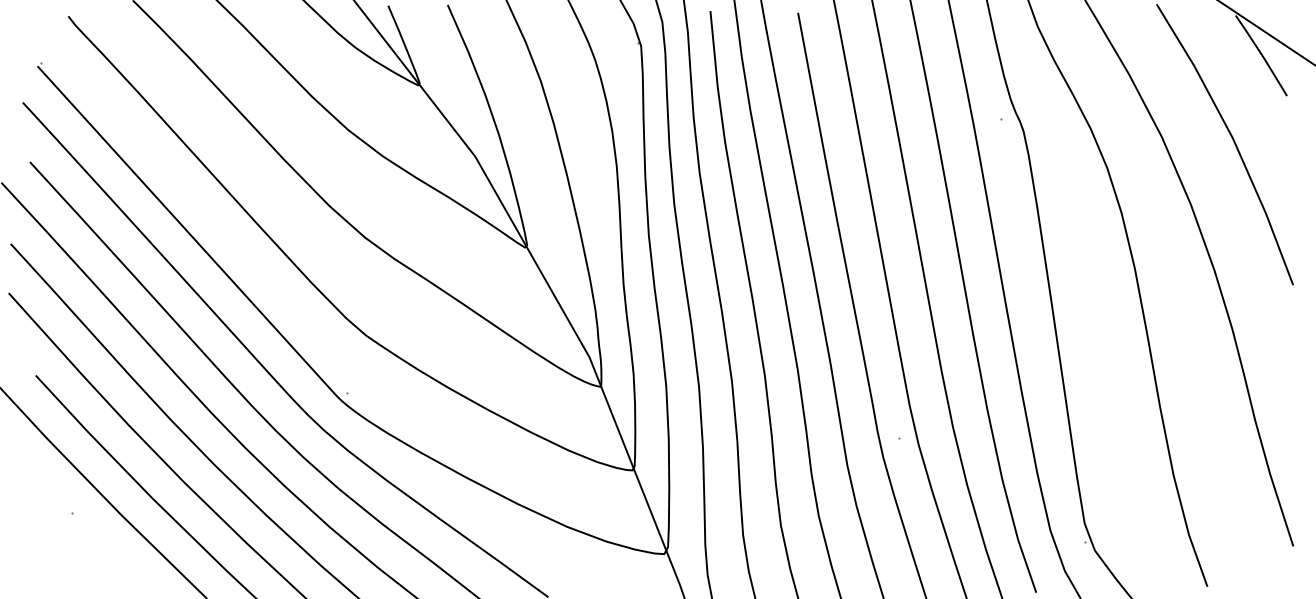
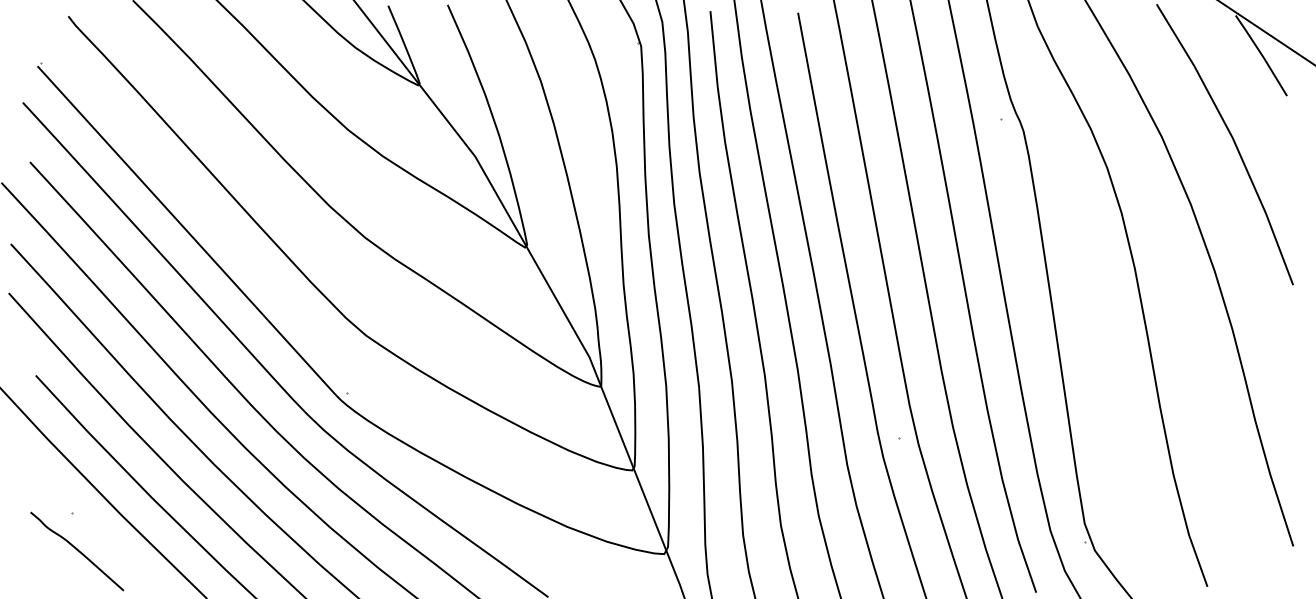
curve at (77, 551): none -> present
